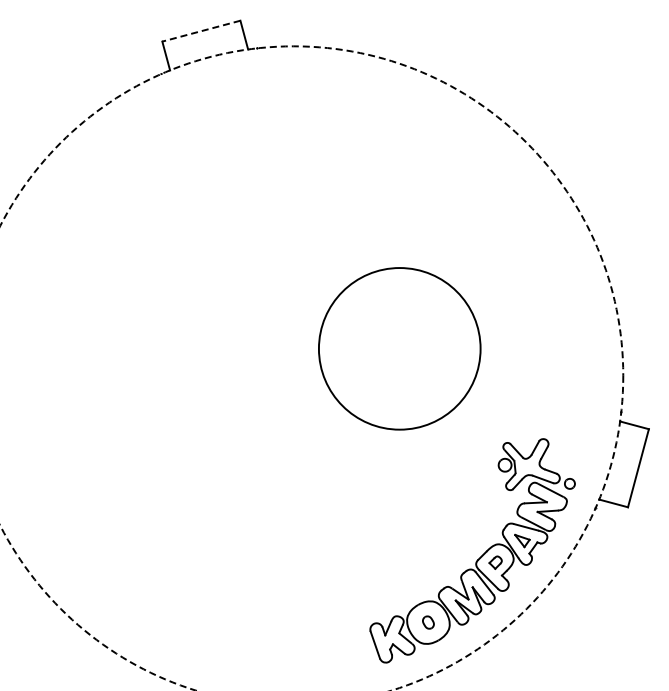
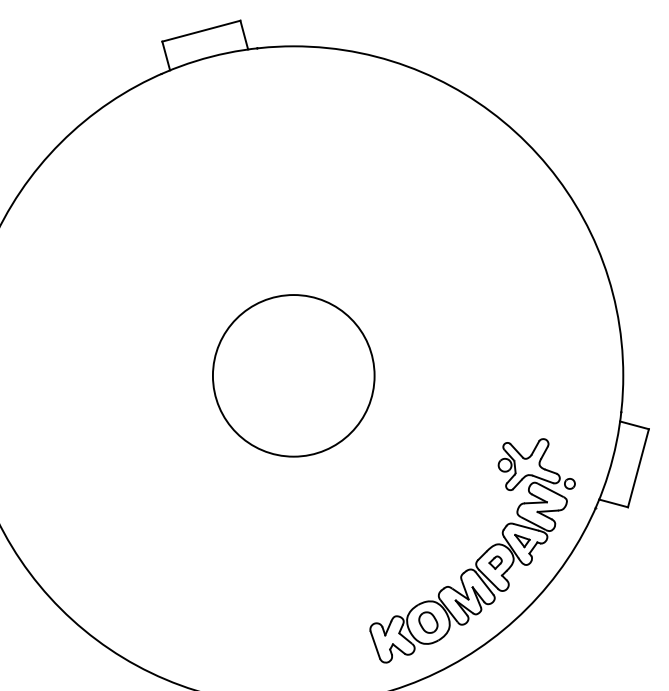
line at (200, 31): dashed -> solid
circle at (399, 348) position: (399, 348) -> (293, 375)
circle at (311, 368): dashed -> solid
part at (428, 622) size: 13x15 px -> 21x23 px
